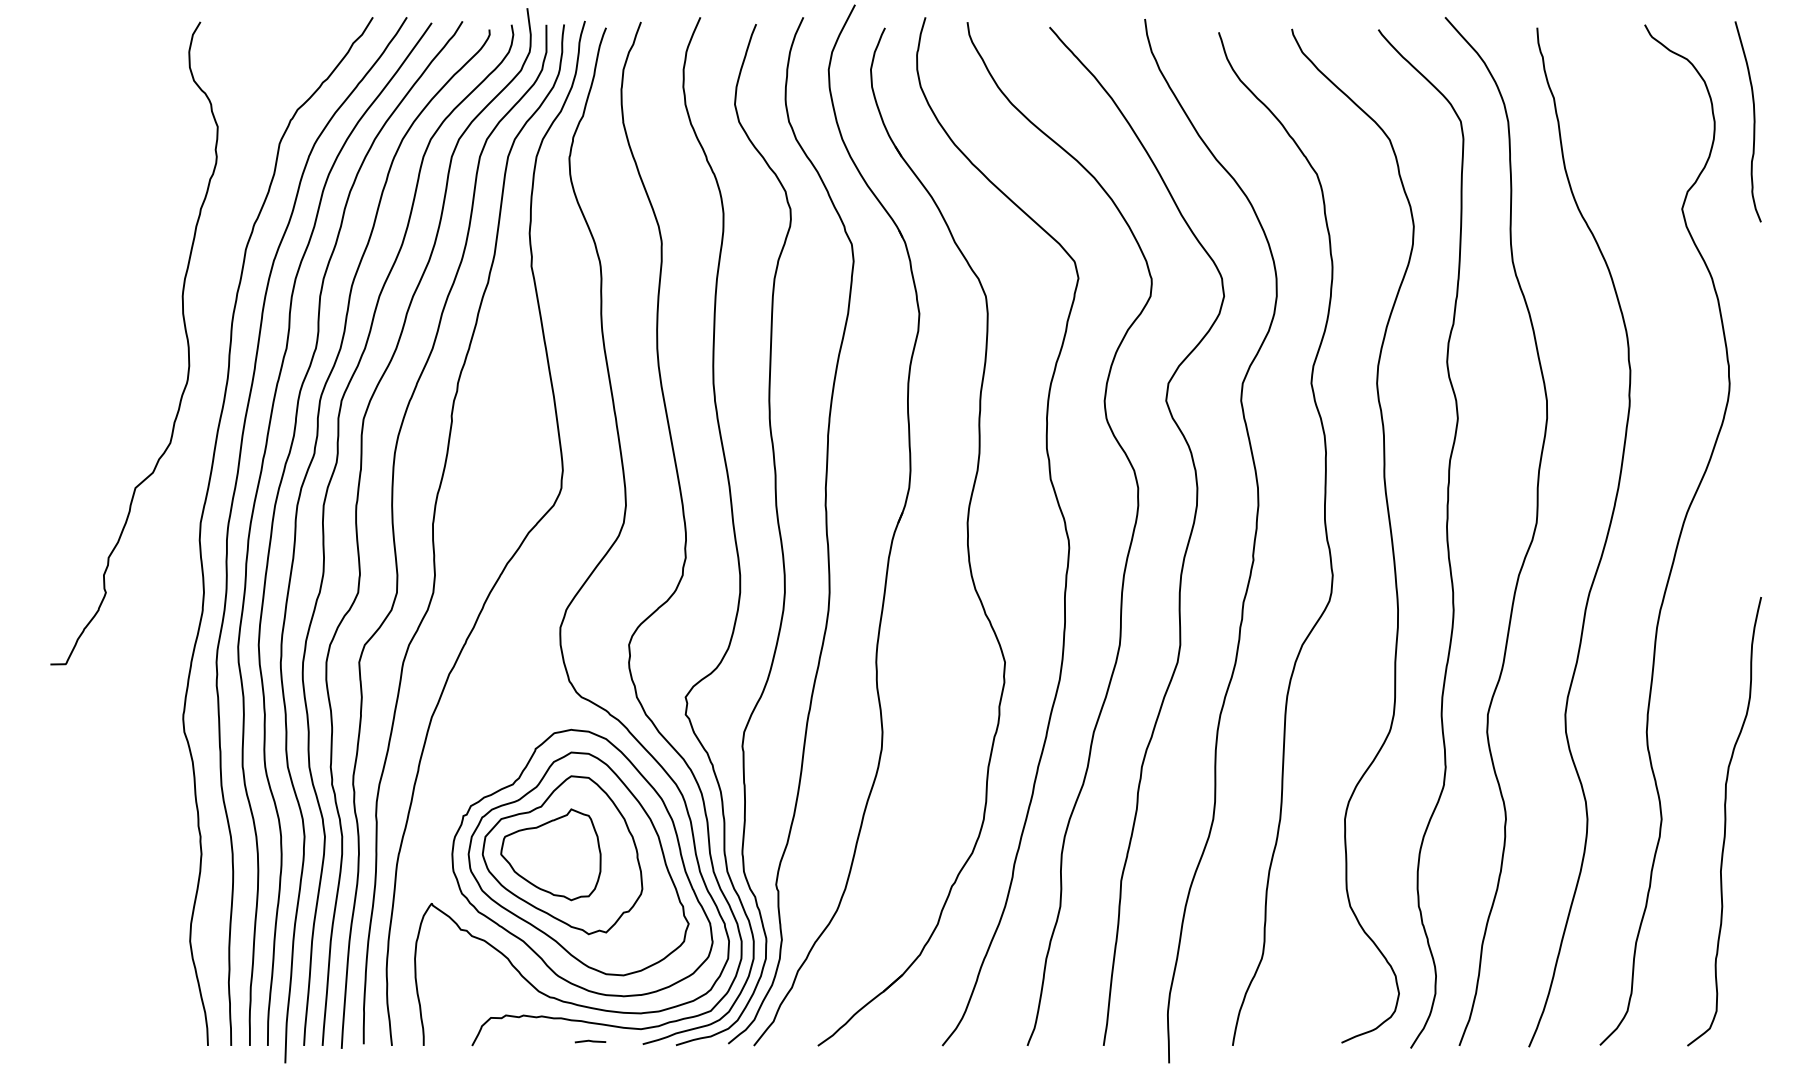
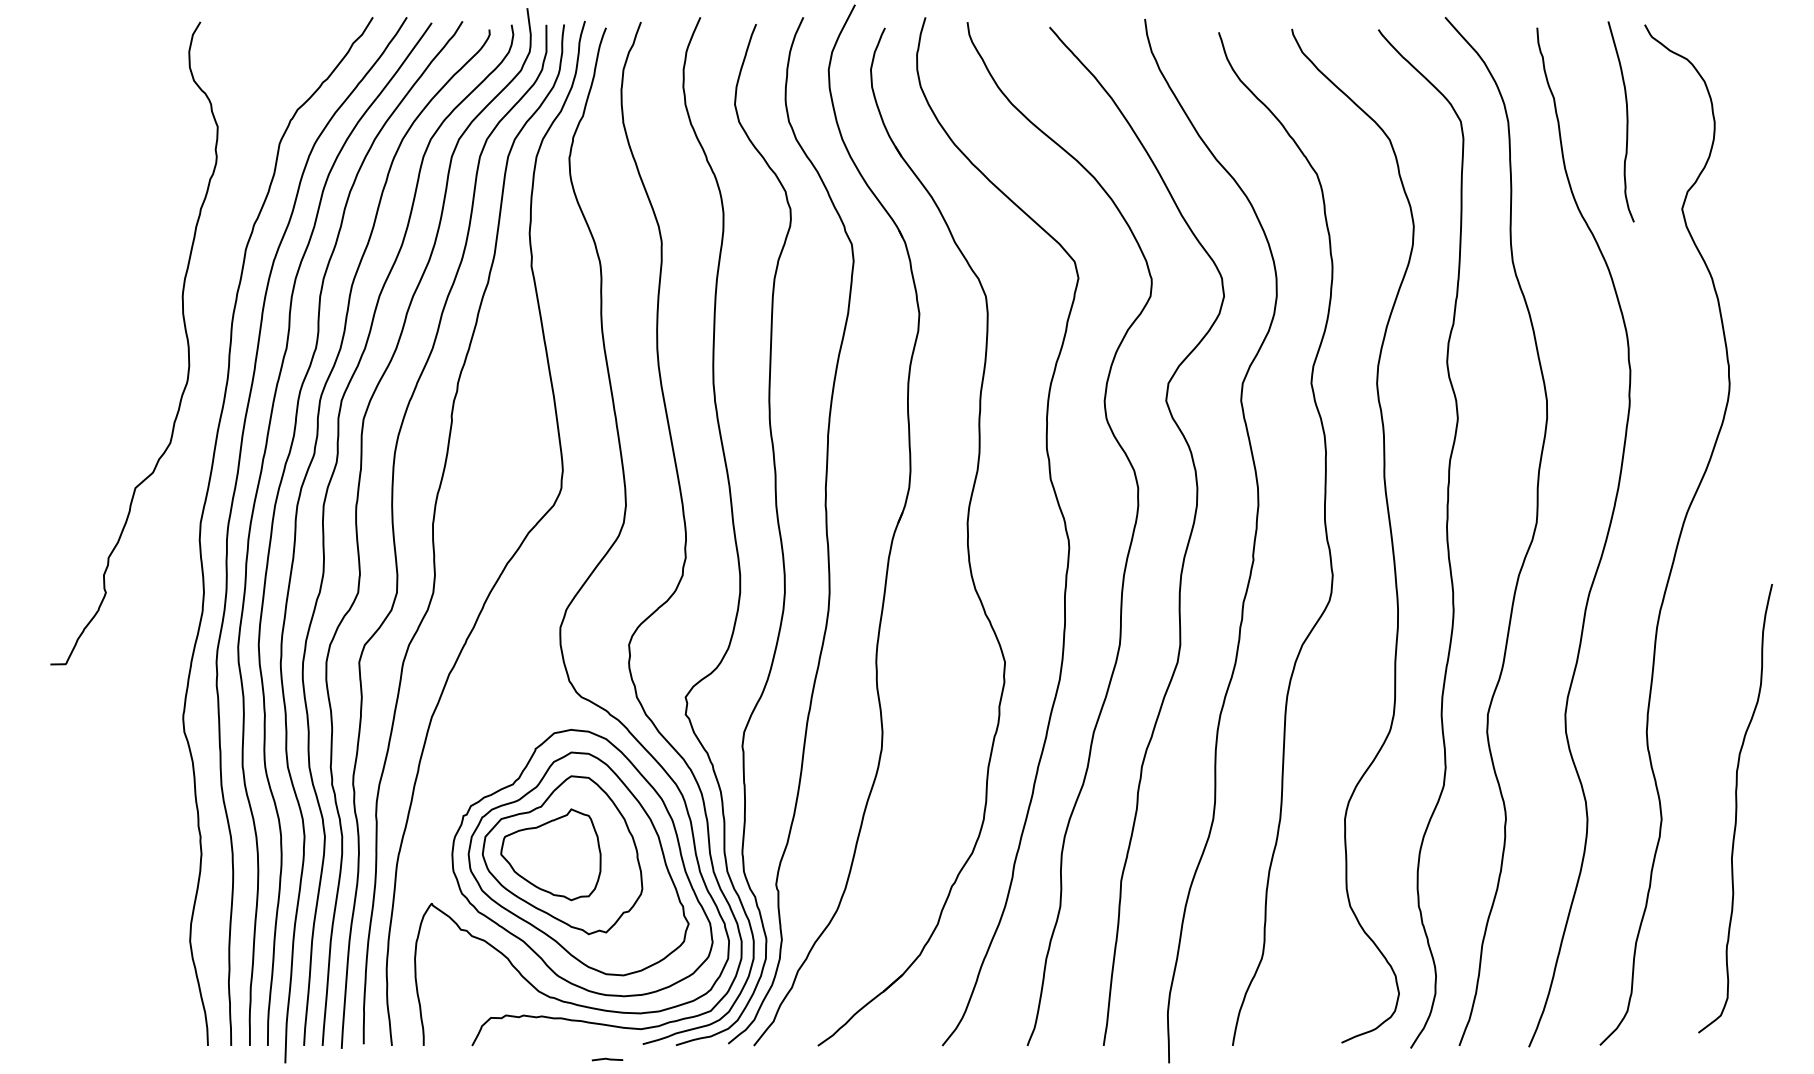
curve at (1753, 121) position: (1753, 121) -> (1626, 121)
curve at (1724, 821) position: (1724, 821) -> (1735, 808)
line at (590, 1041) position: (590, 1041) -> (607, 1059)
